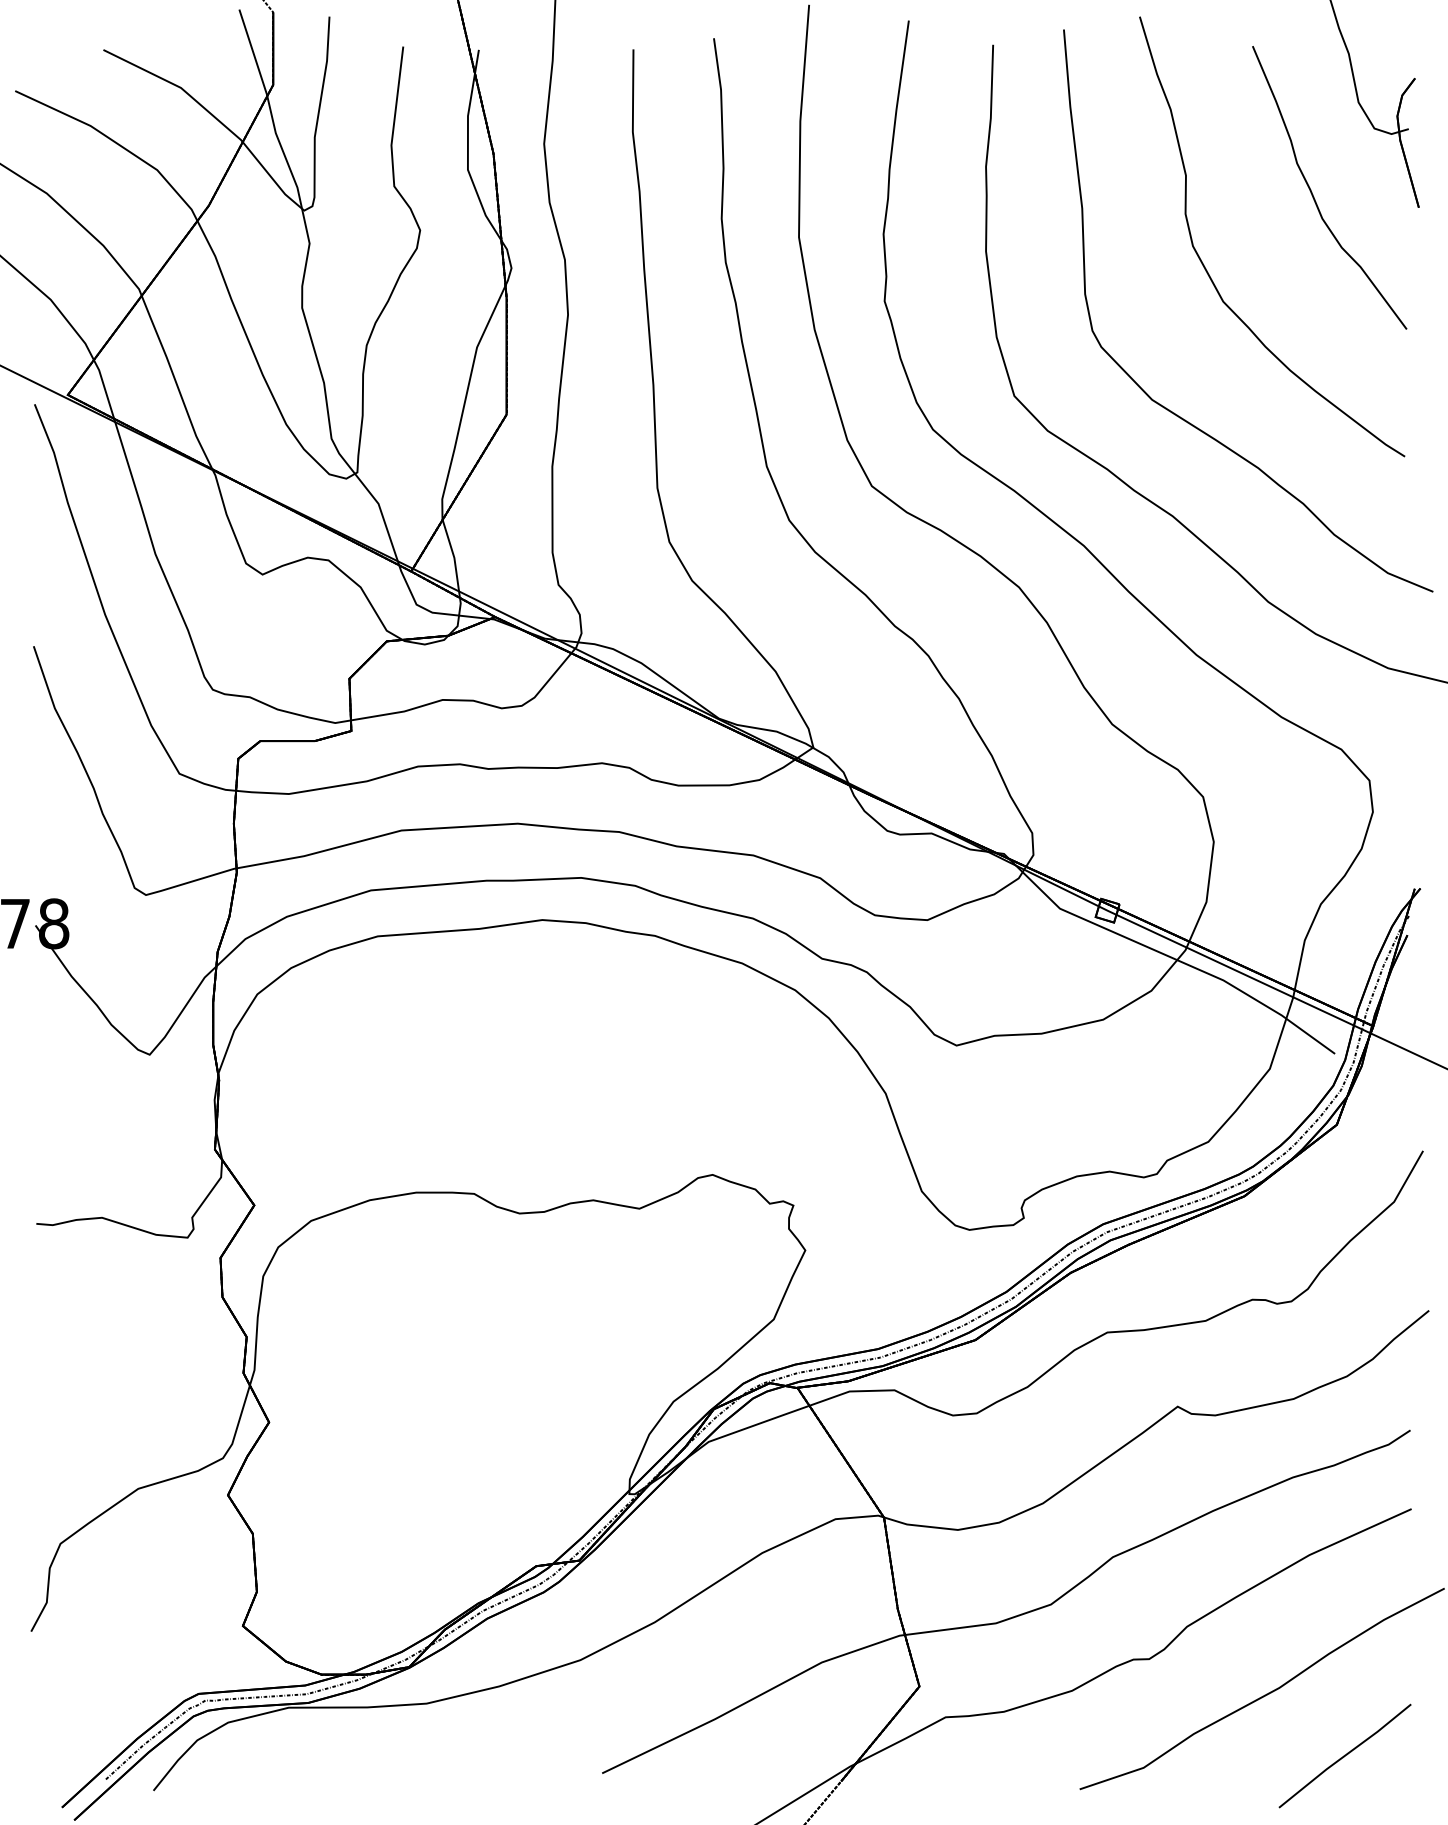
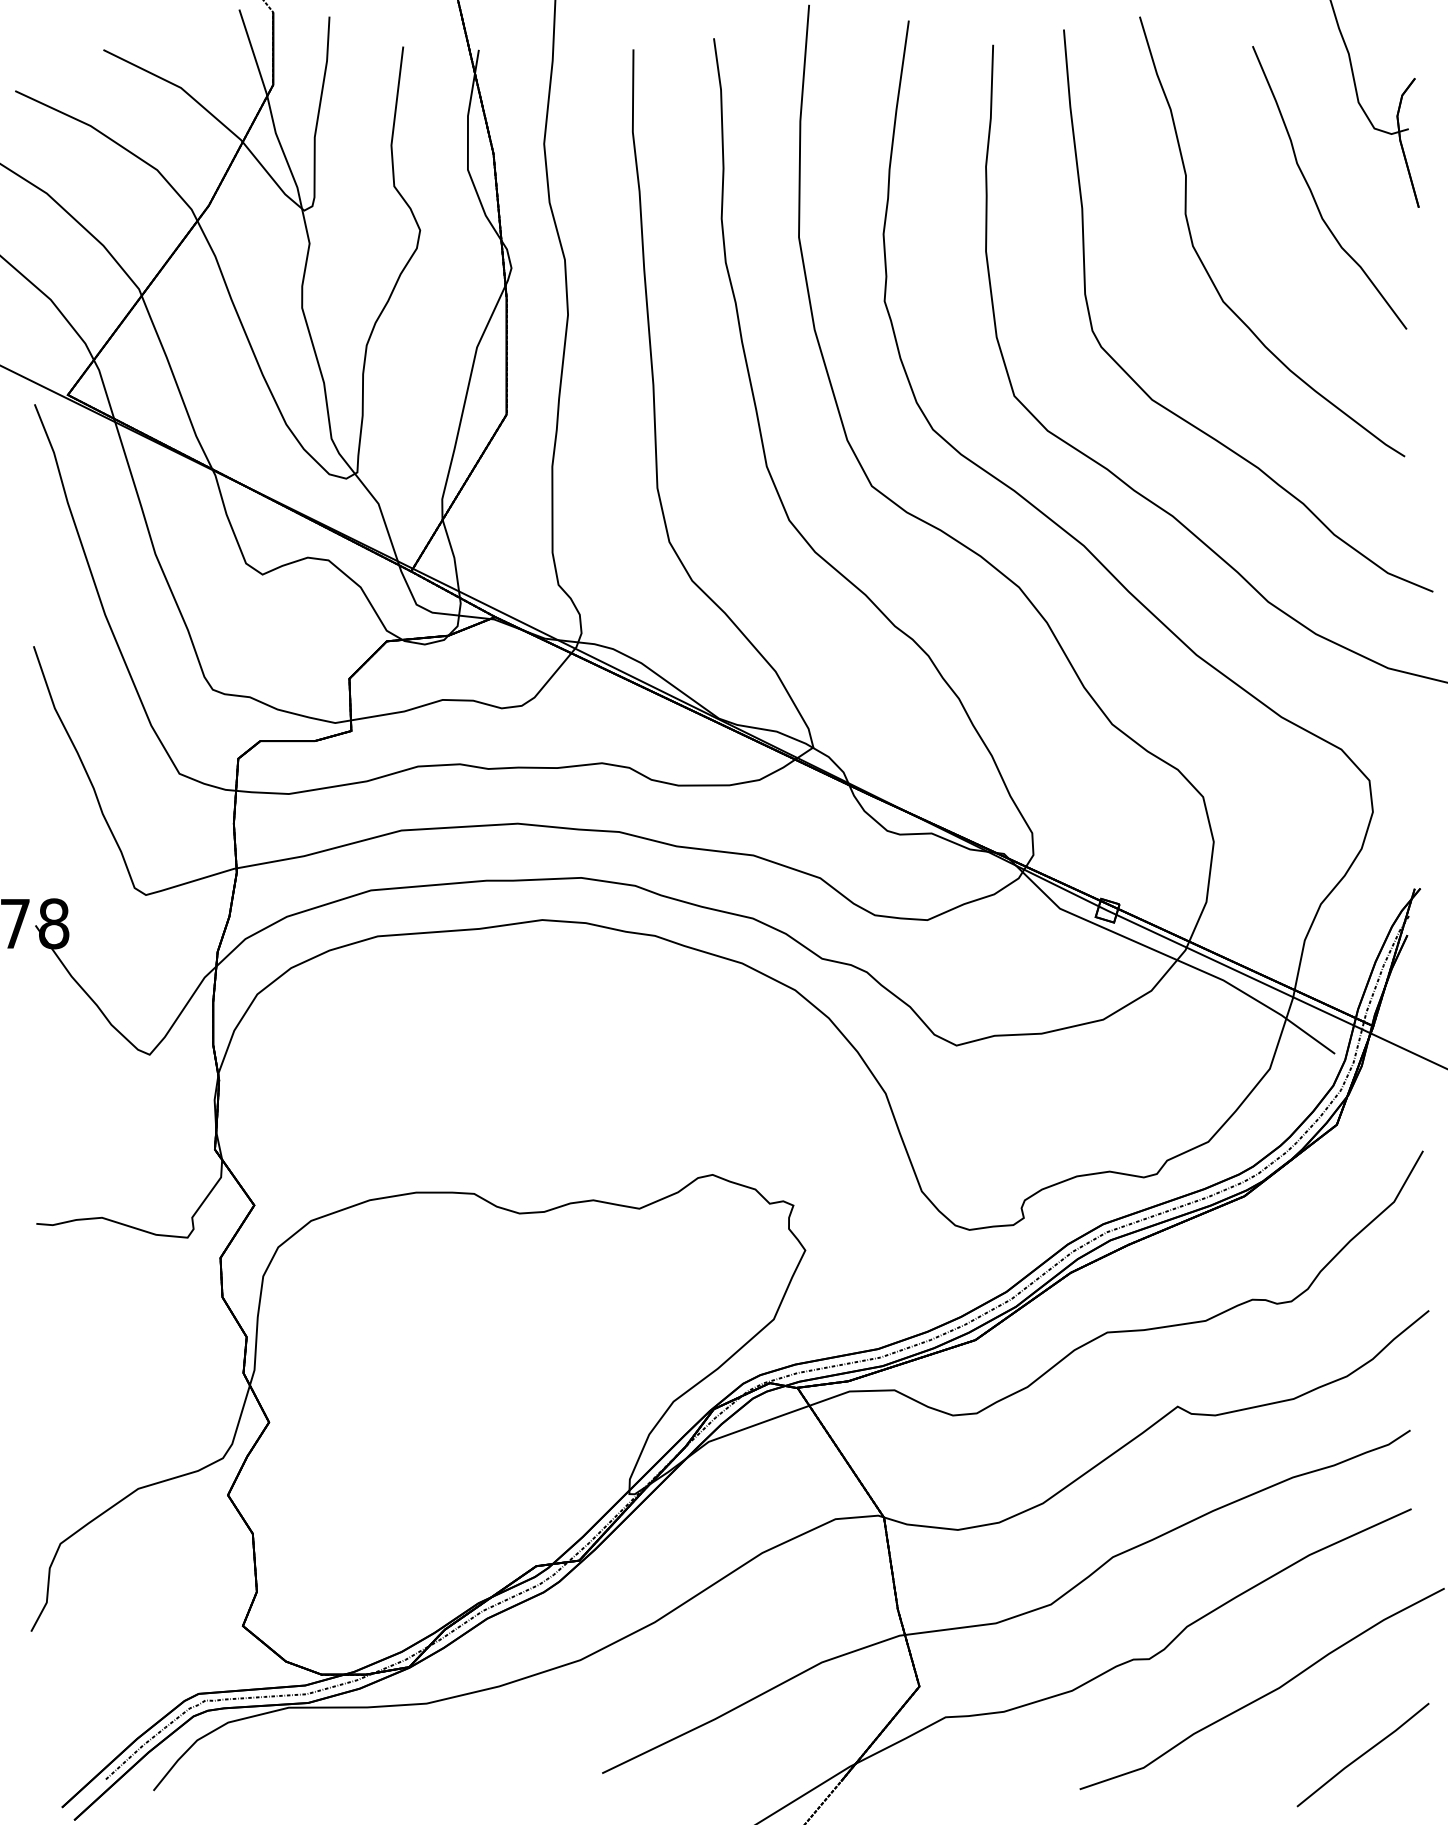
line at (1344, 1755) position: (1344, 1755) -> (1362, 1754)
